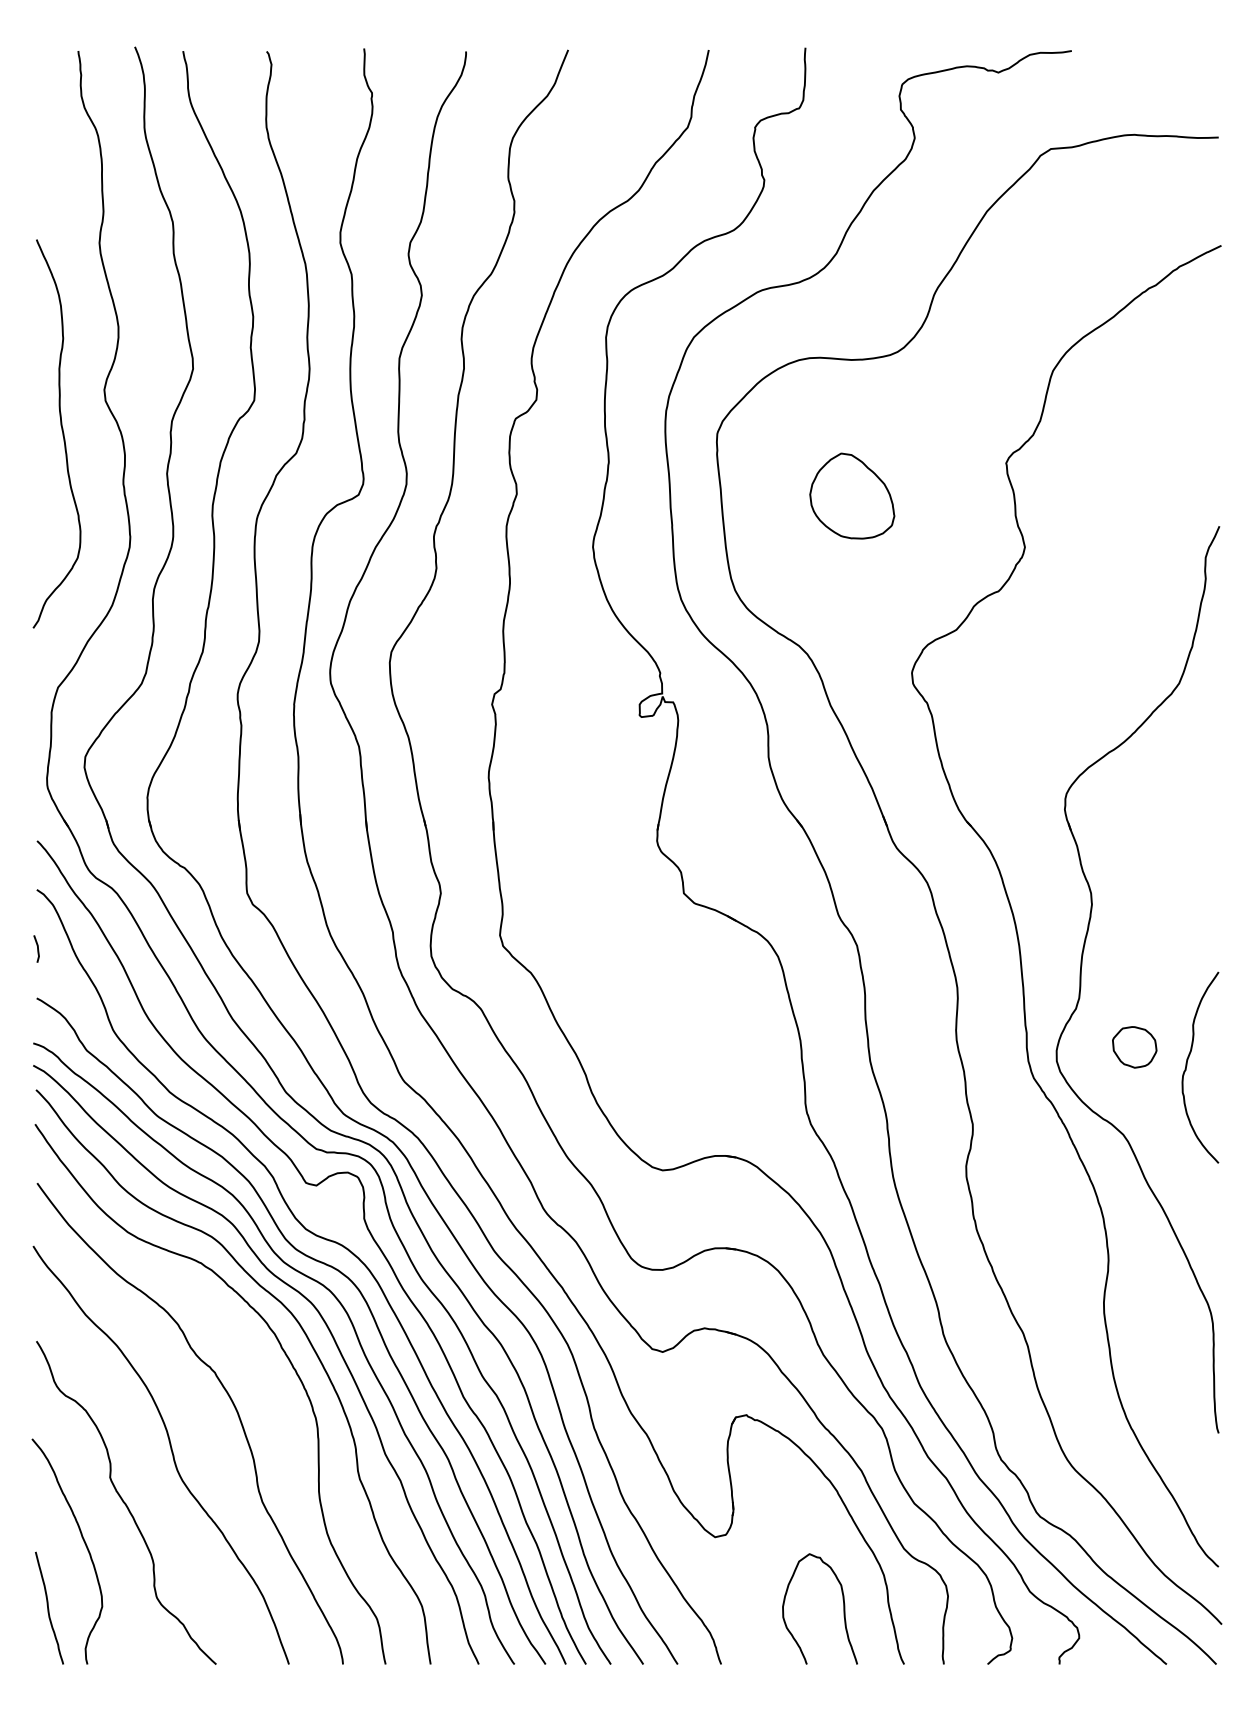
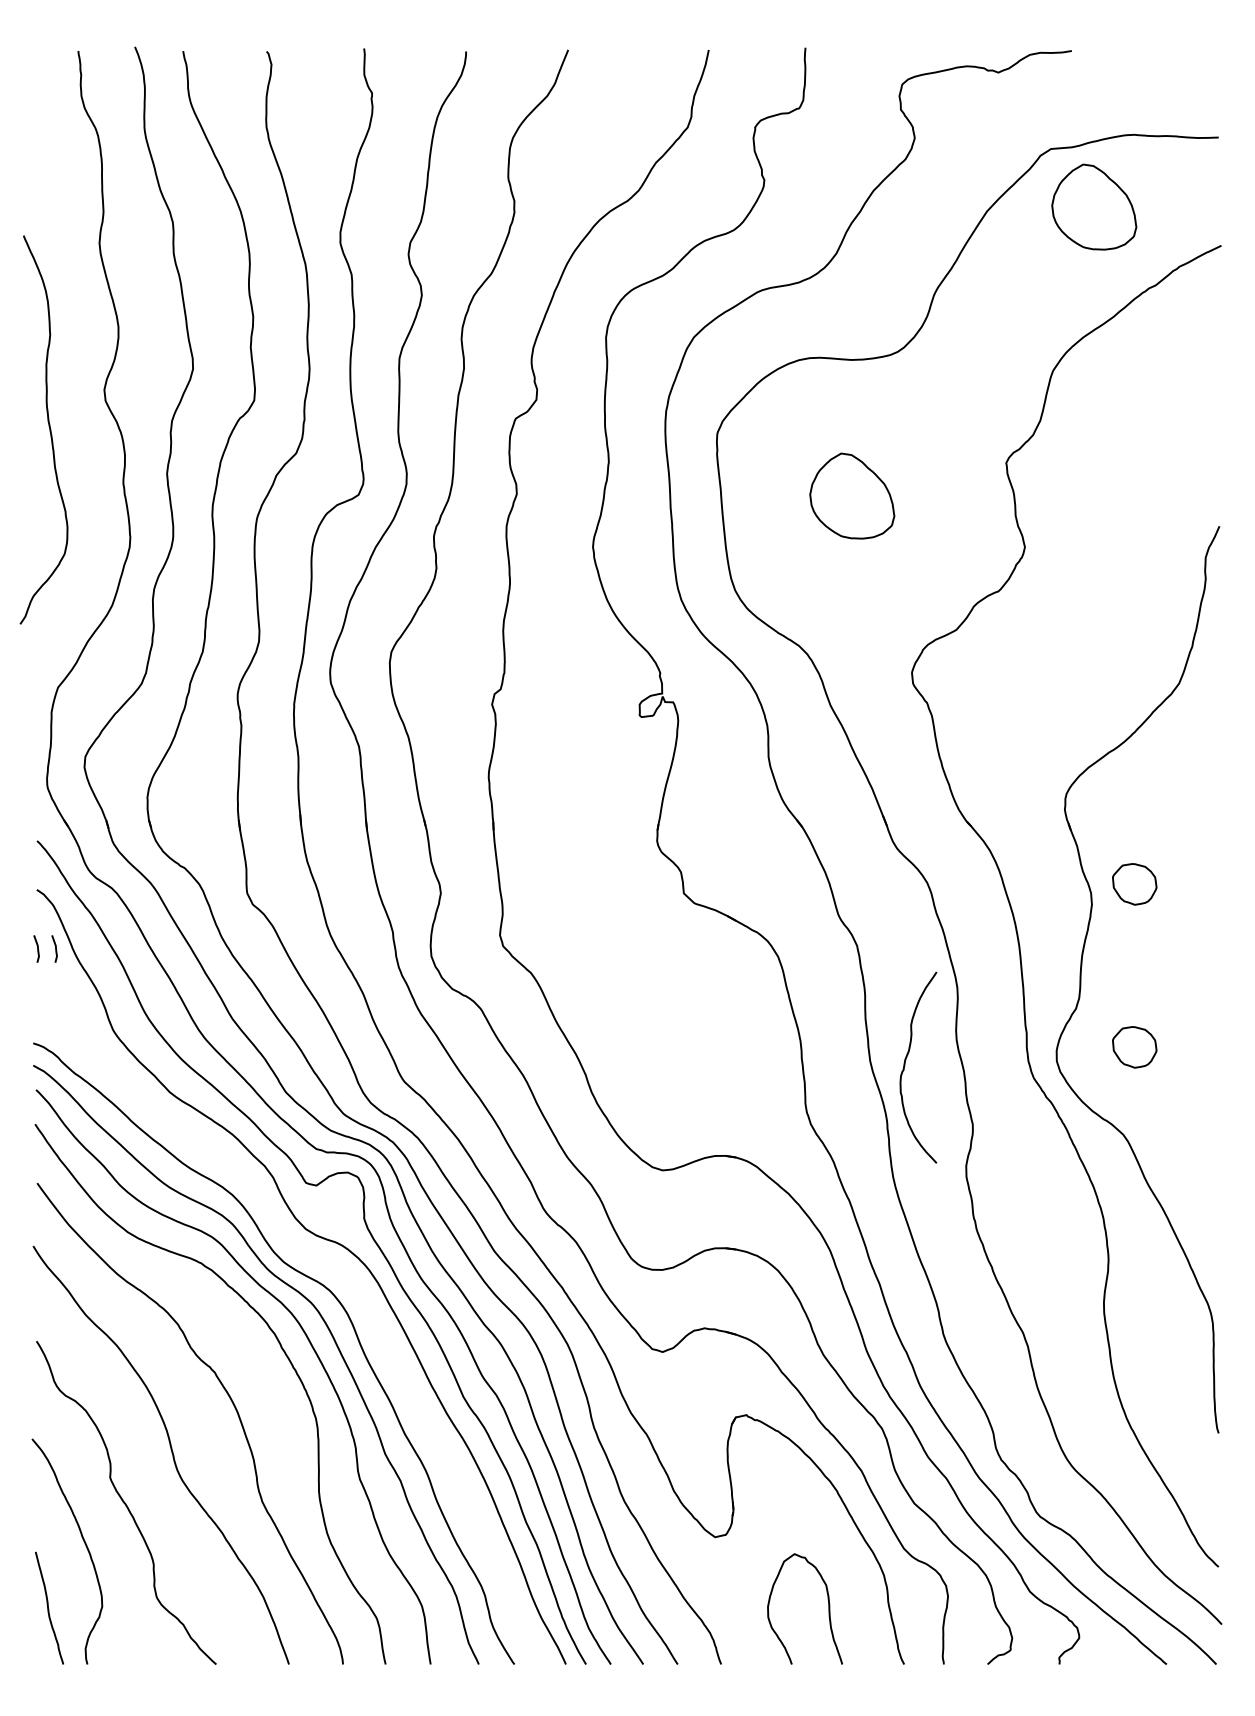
part at (1094, 206): none -> present
curve at (61, 430) position: (61, 430) -> (48, 426)
part at (1134, 884): none -> present
line at (55, 948): none -> present
curve at (1187, 1066) position: (1187, 1066) -> (905, 1066)
curve at (318, 1262): present -> none
curve at (843, 1608) position: (843, 1608) -> (828, 1608)
